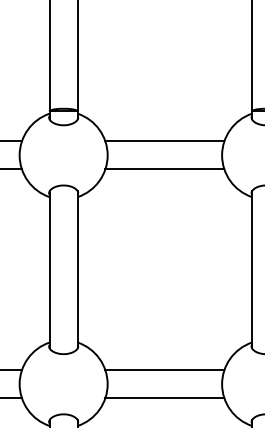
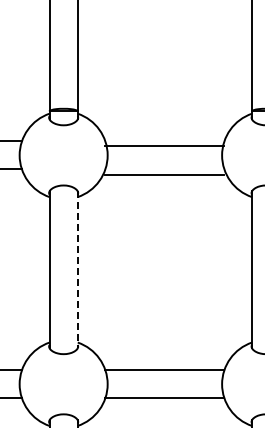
line at (164, 141) position: (164, 141) -> (164, 146)
line at (164, 169) position: (164, 169) -> (164, 175)
line at (77, 270): solid -> dashed
